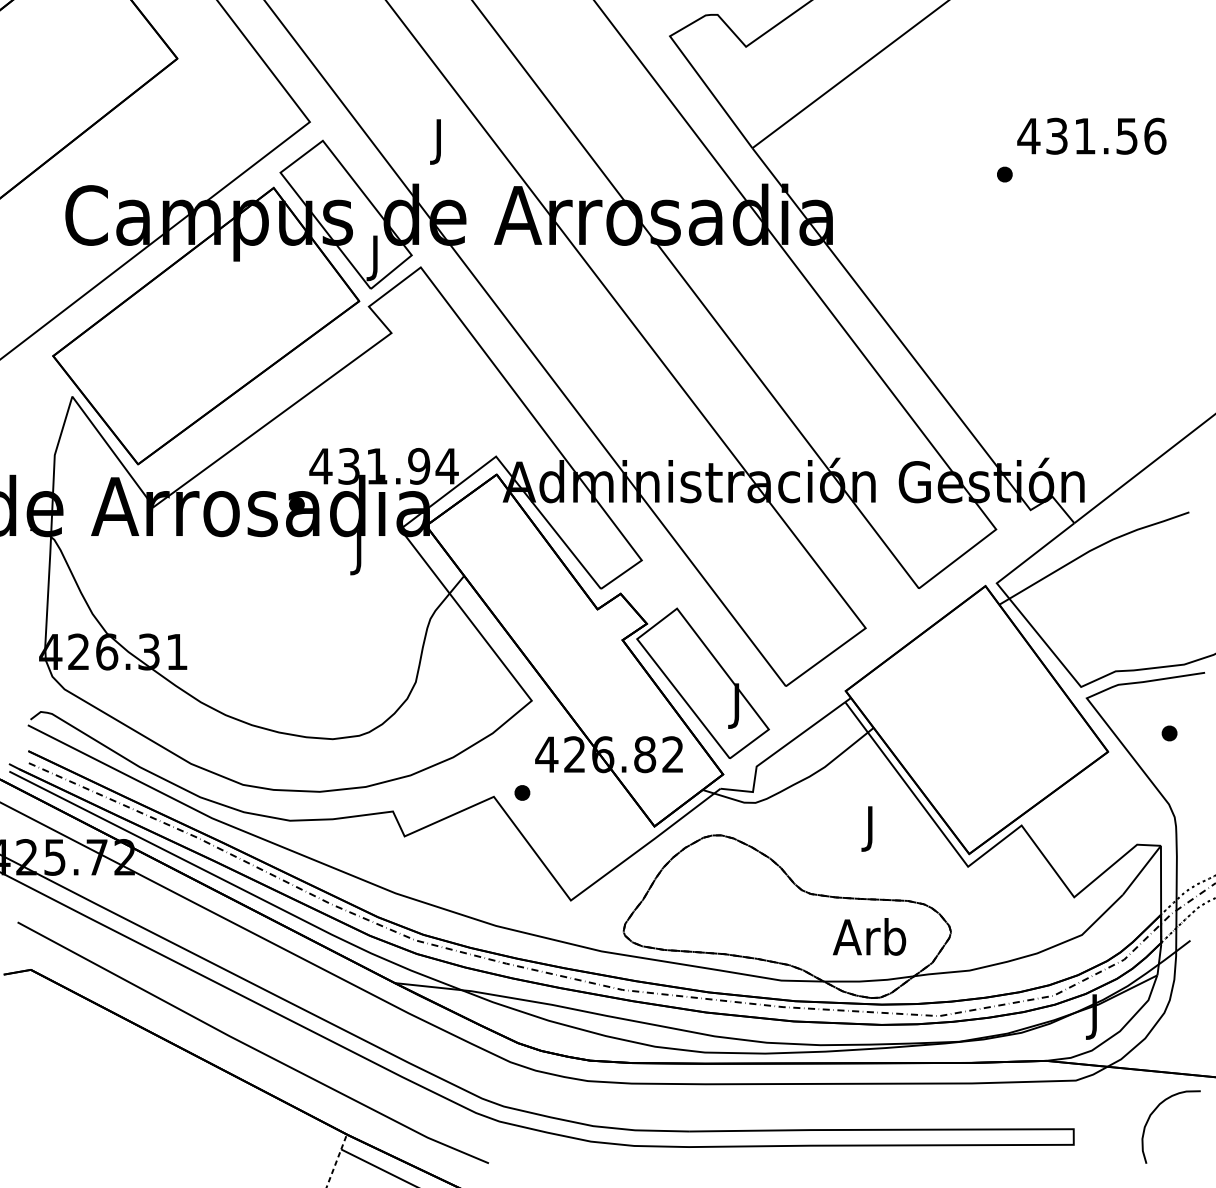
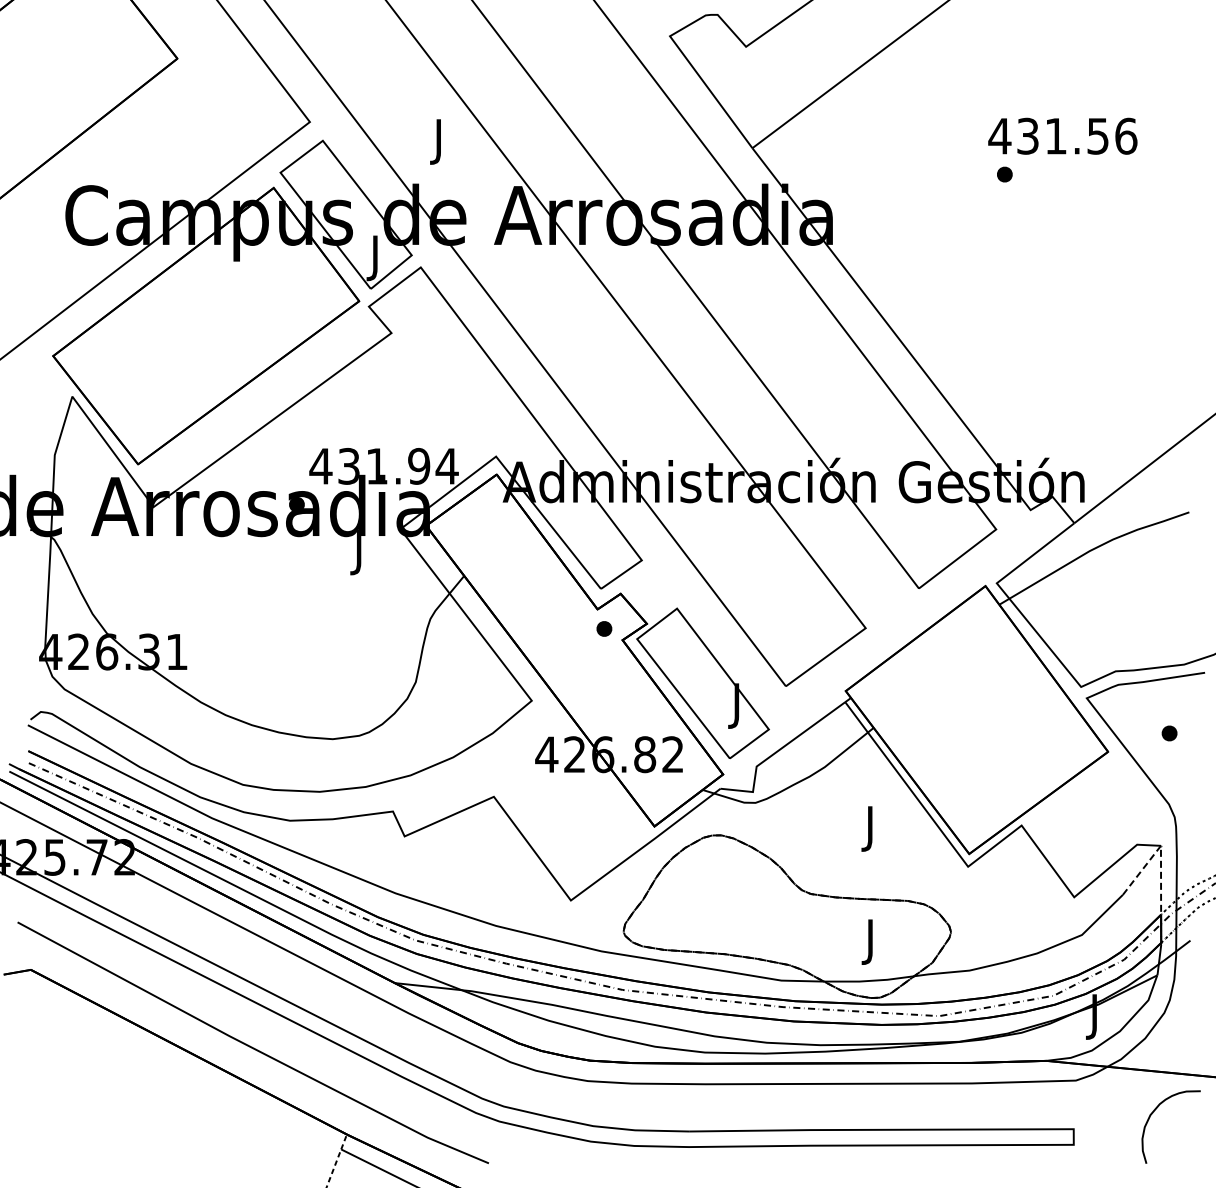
text at (1091, 135) position: (1091, 135) -> (1062, 135)
part at (522, 792) position: (522, 792) -> (604, 628)
line at (1160, 848): solid -> dashed
text at (869, 941): Arb -> J
